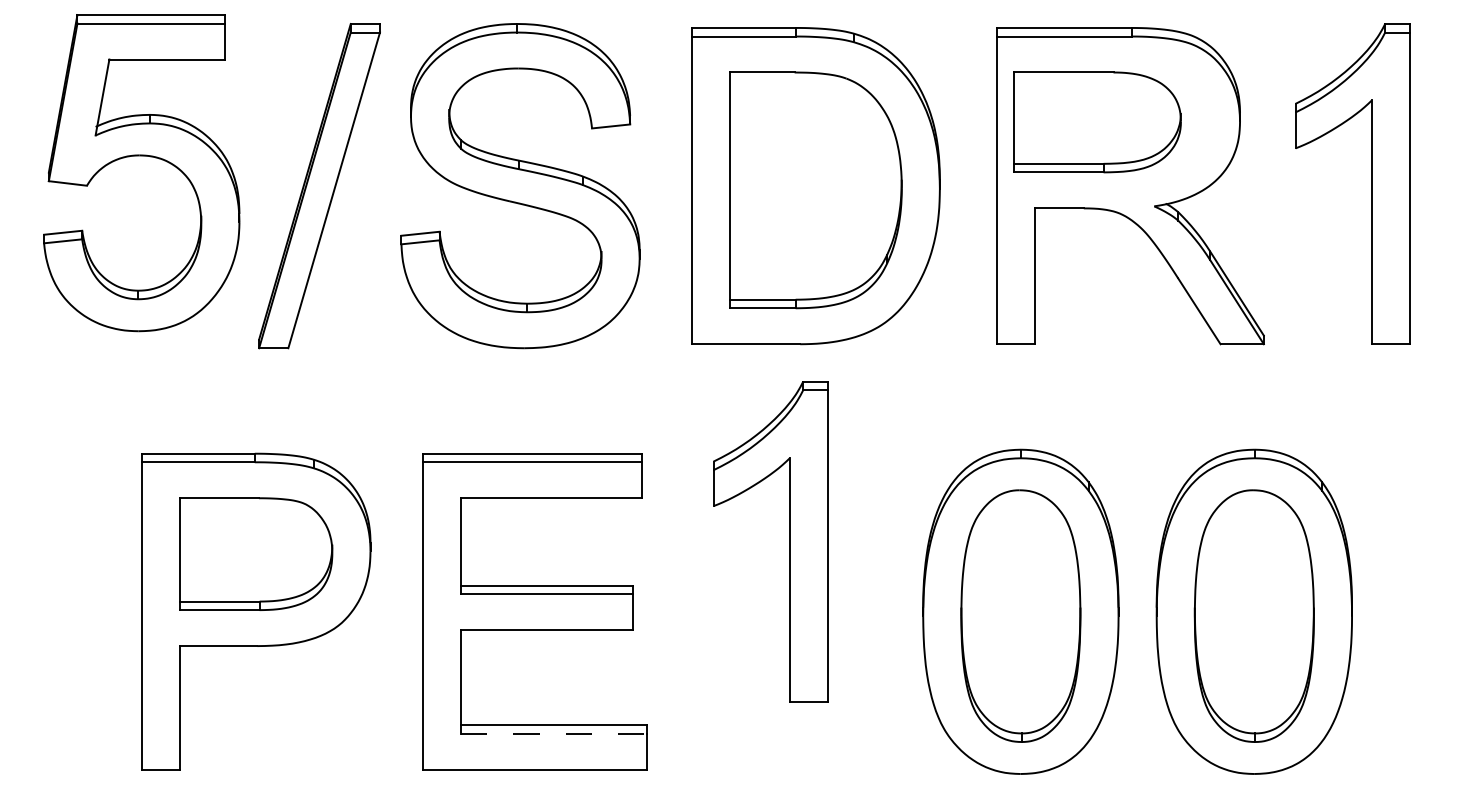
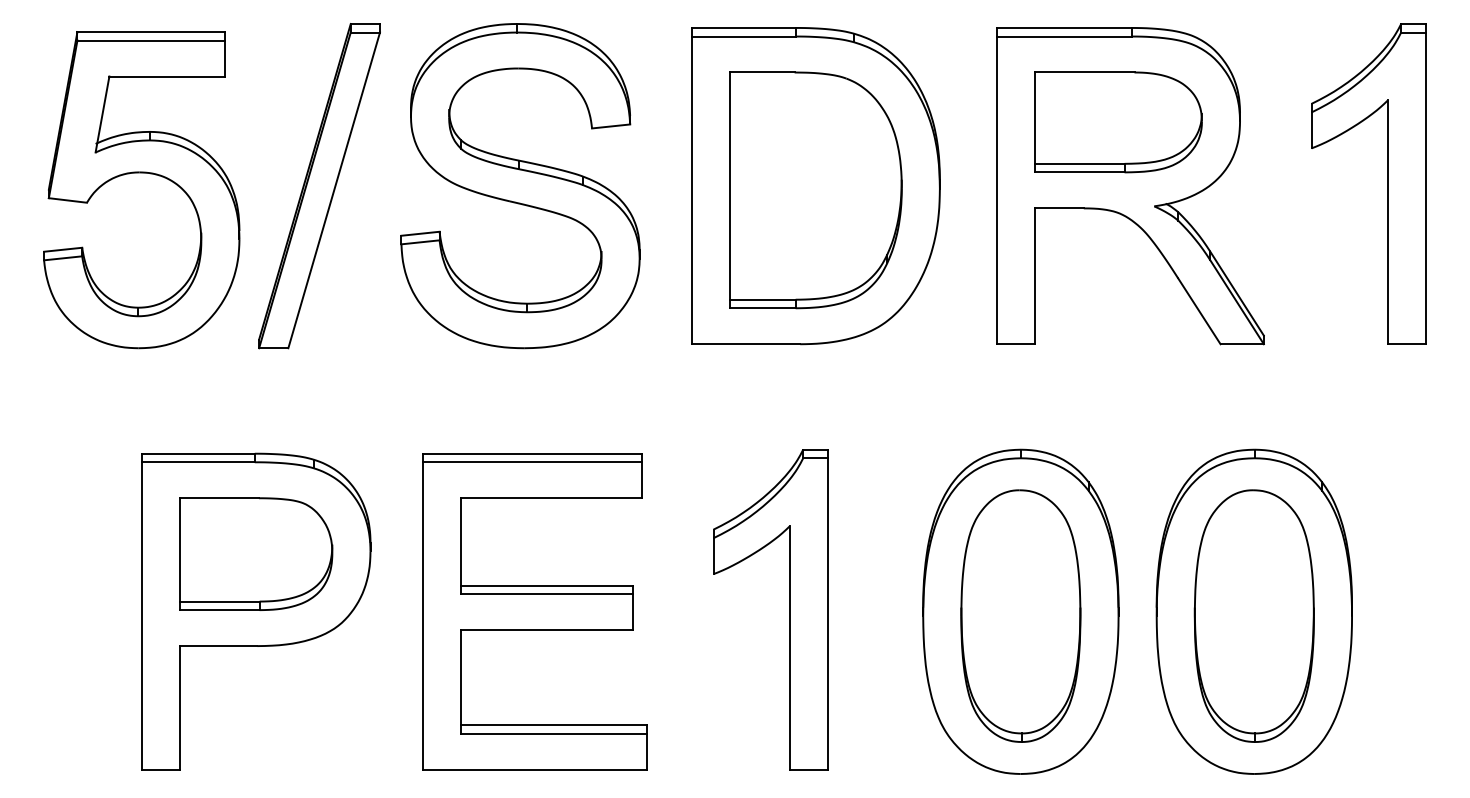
part at (1097, 122) position: (1097, 122) -> (1118, 122)
part at (141, 156) position: (141, 156) -> (141, 173)
part at (1371, 183) position: (1371, 183) -> (1387, 183)
part at (789, 541) position: (789, 541) -> (789, 609)
line at (553, 734): dashed -> solid
